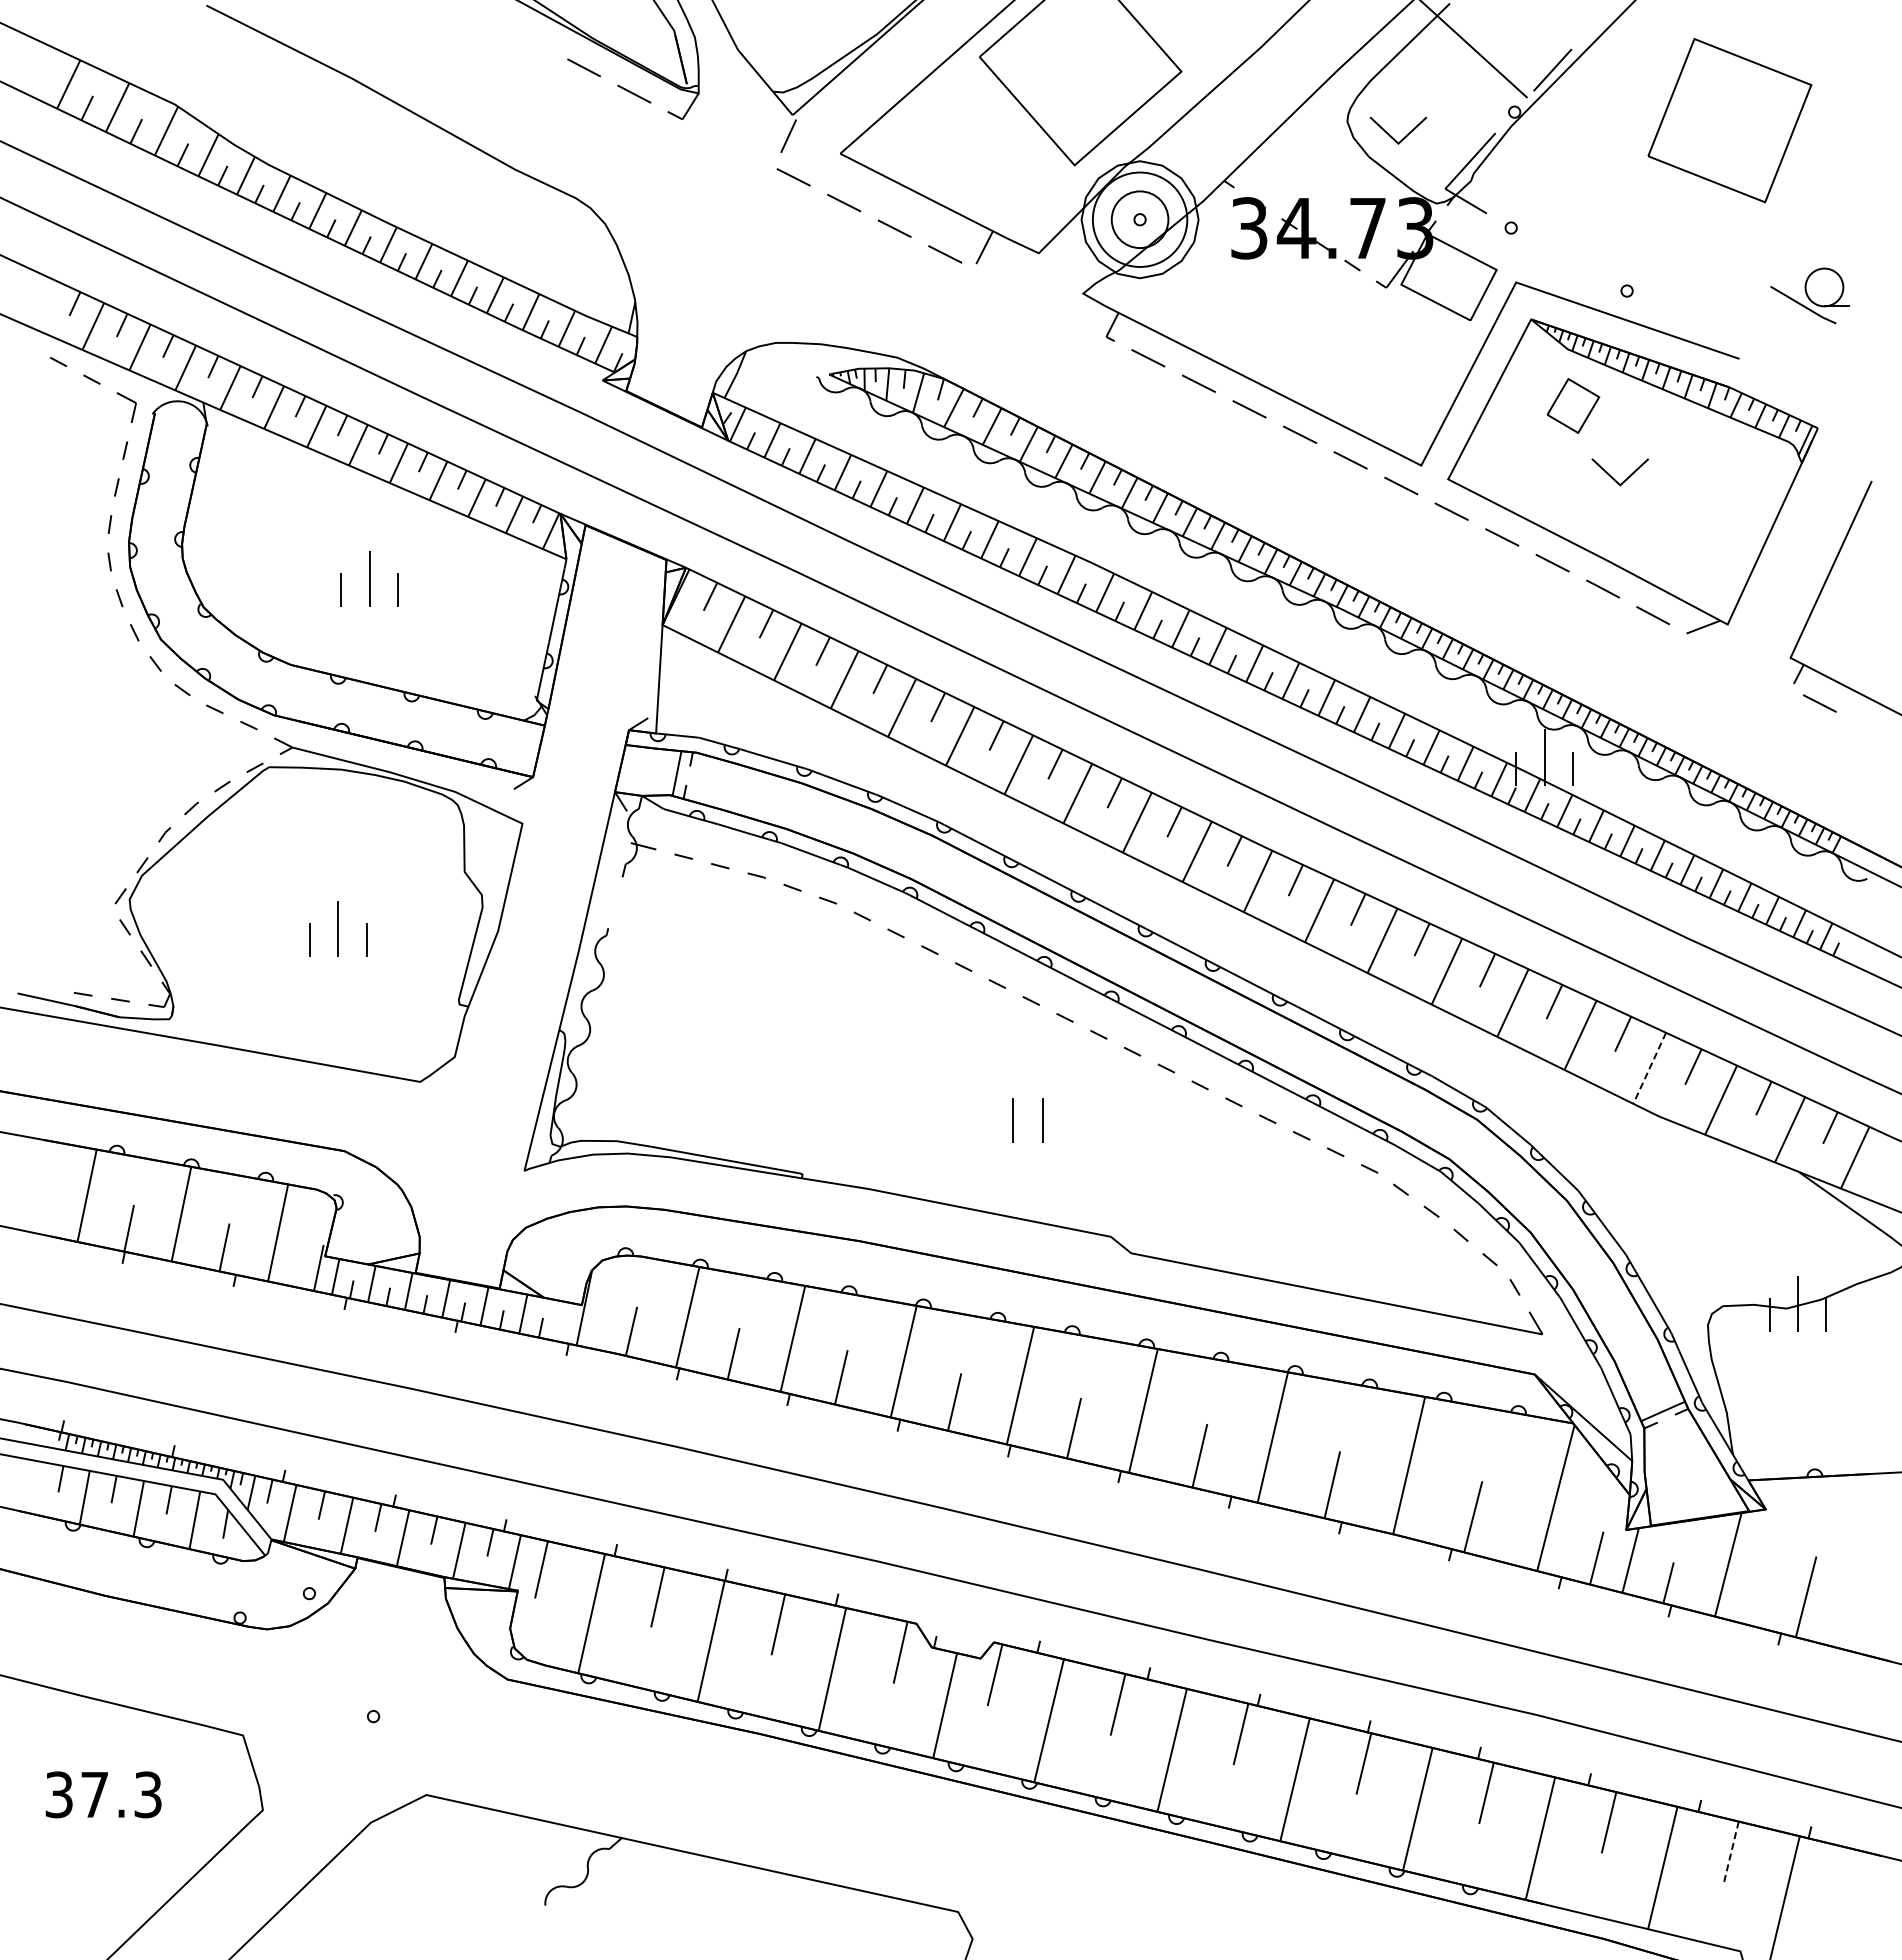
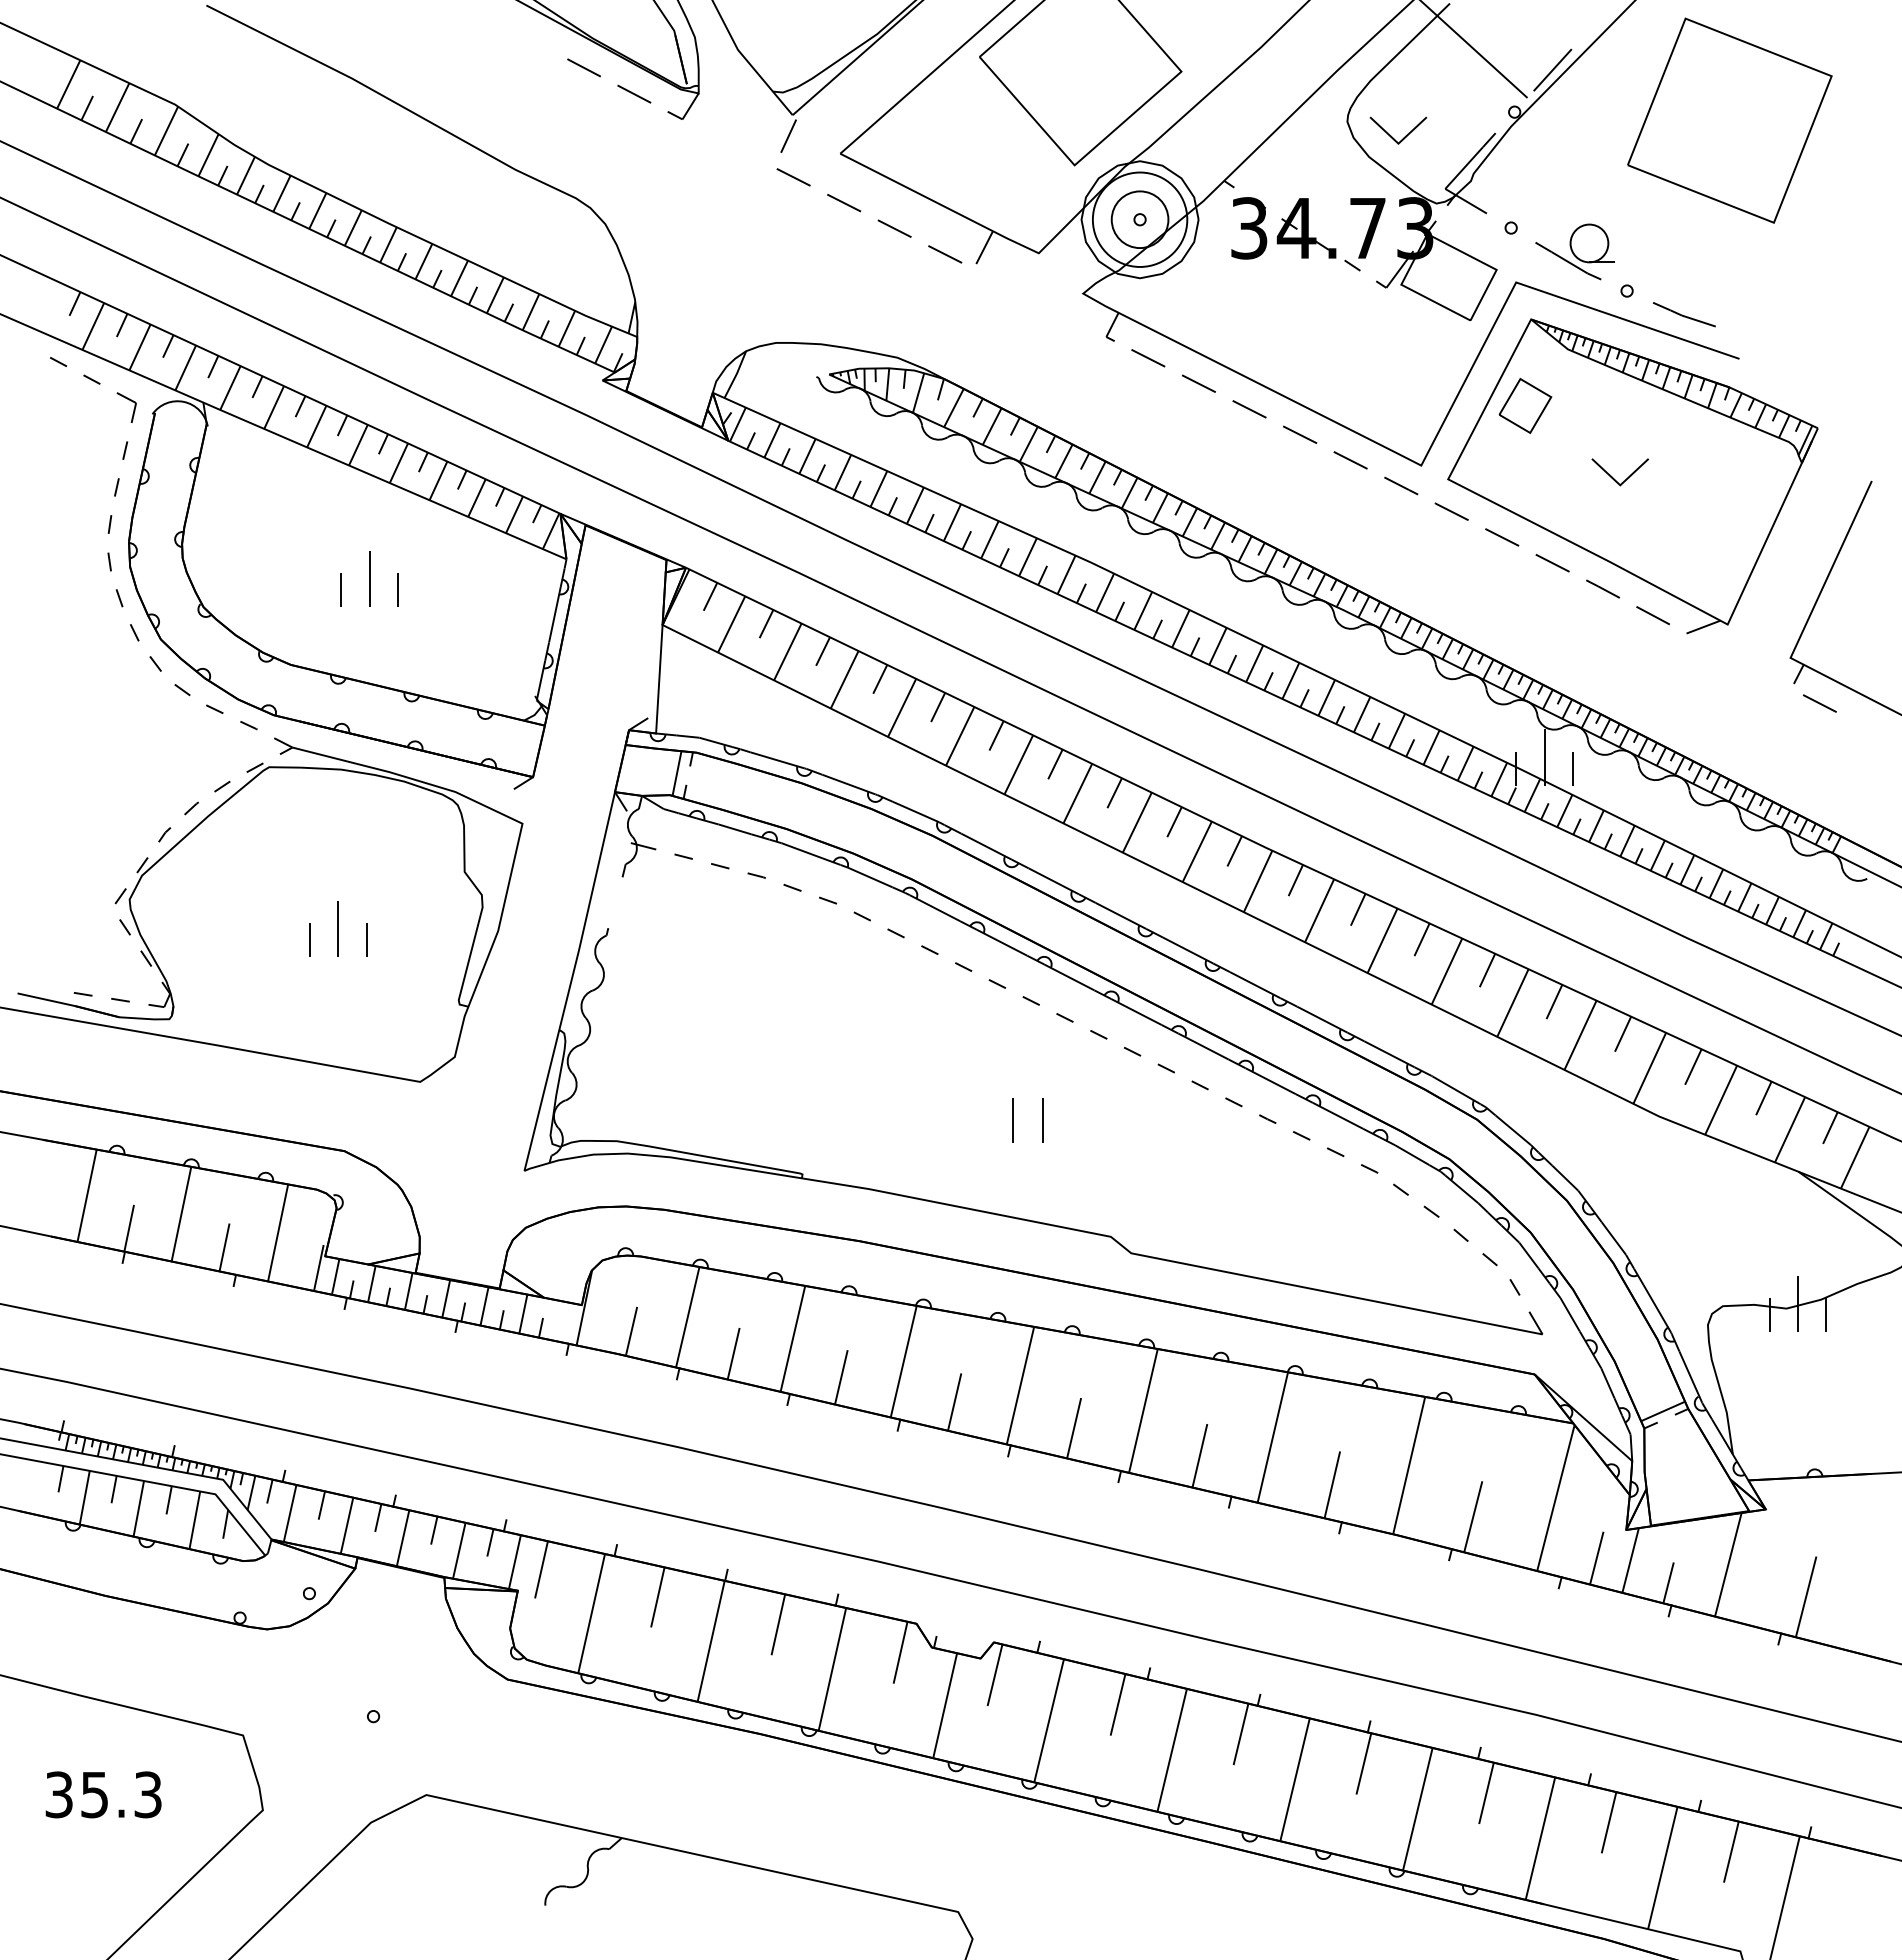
part at (1729, 120) size: 166x166 px -> 206x207 px
part at (1809, 295) position: (1809, 295) -> (1574, 251)
part at (1684, 314): none -> present
part at (1573, 405) position: (1573, 405) -> (1525, 405)
line at (1649, 1068): dashed -> solid
text at (94, 1795): 37.3 -> 35.3
line at (1731, 1852): dashed -> solid
